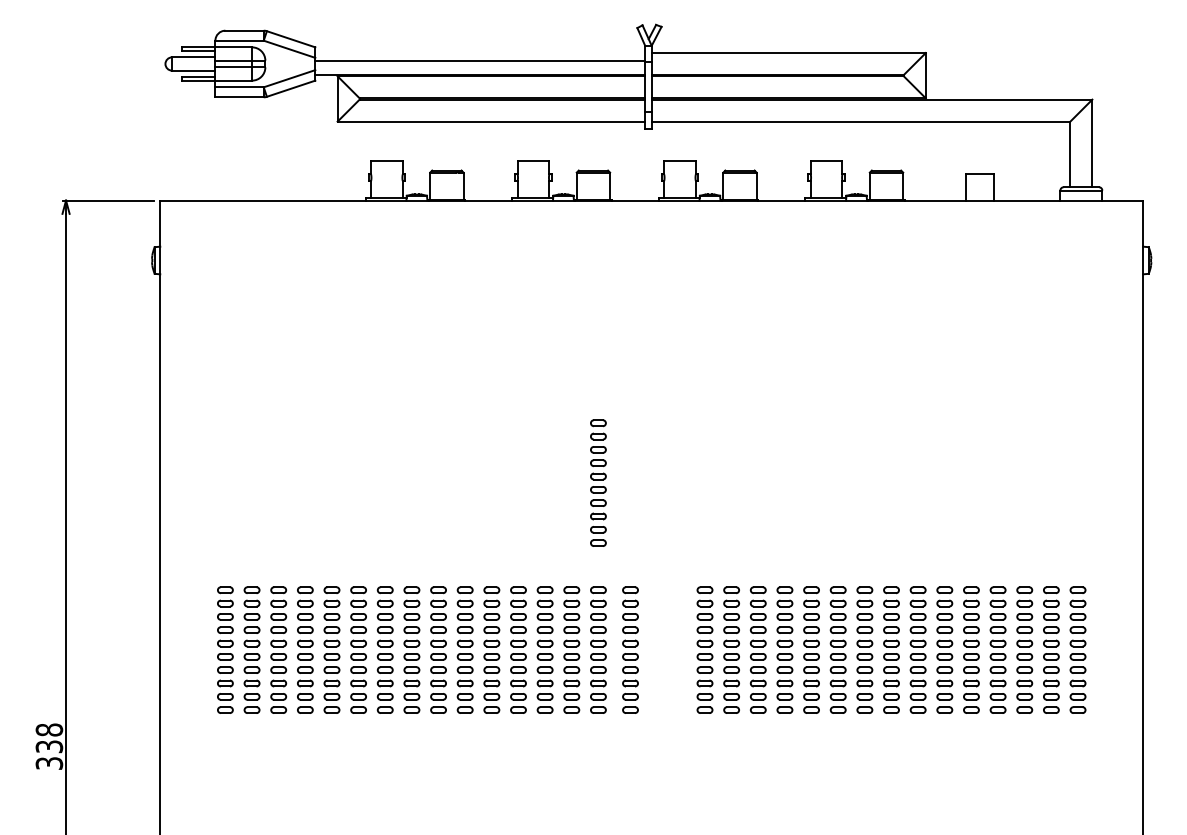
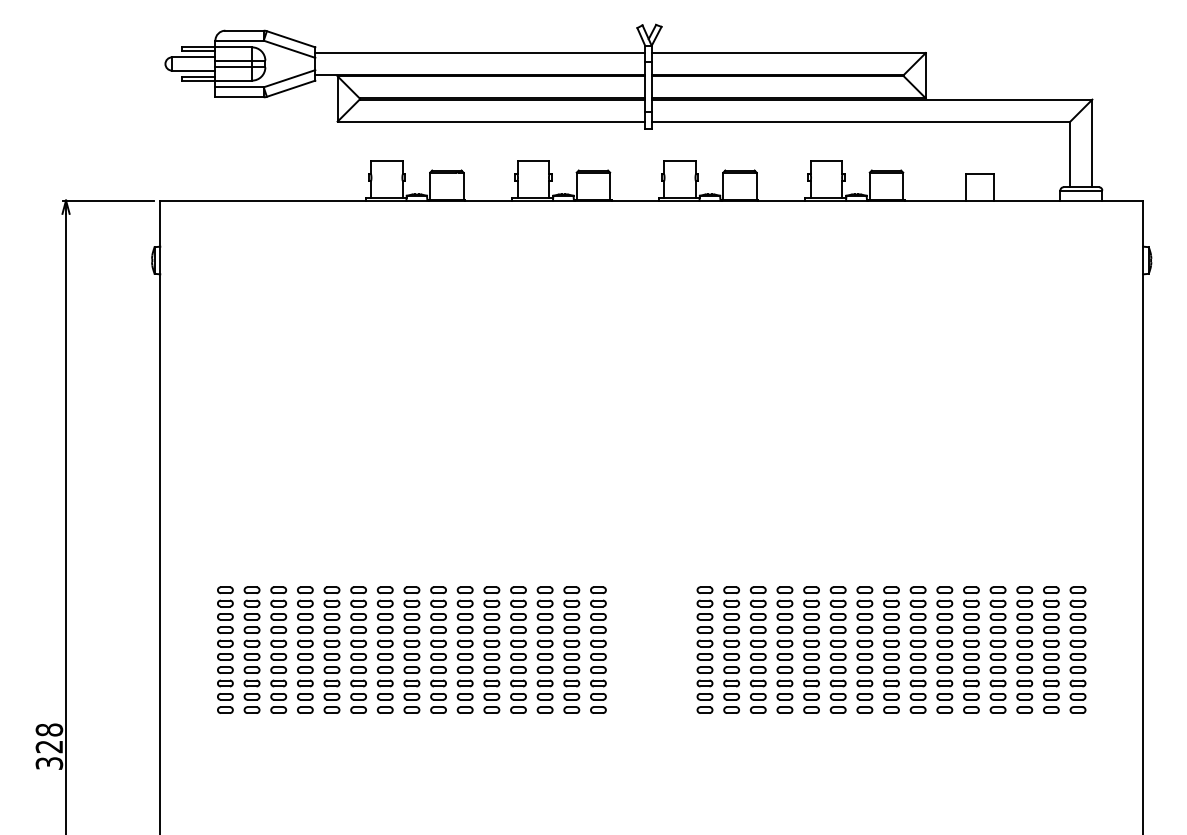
line at (480, 61) position: (480, 61) -> (480, 53)
part at (598, 482): present -> none
part at (630, 649): present -> none
text at (49, 746): 338 -> 328
